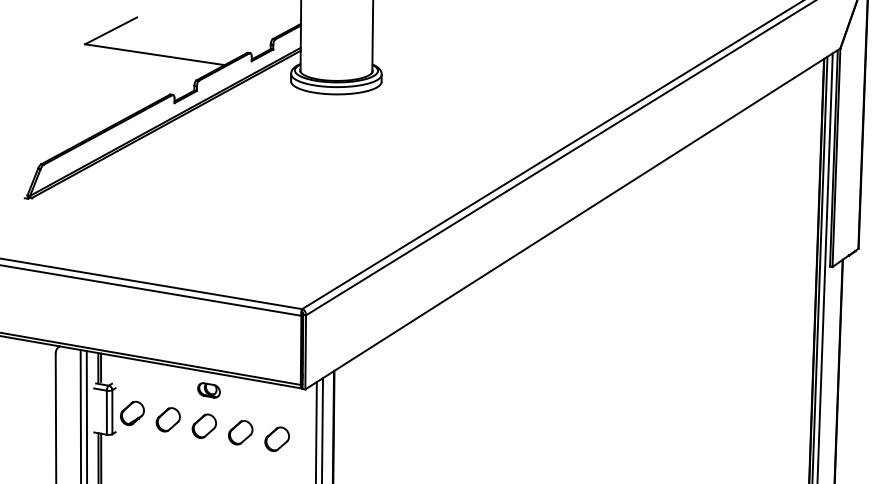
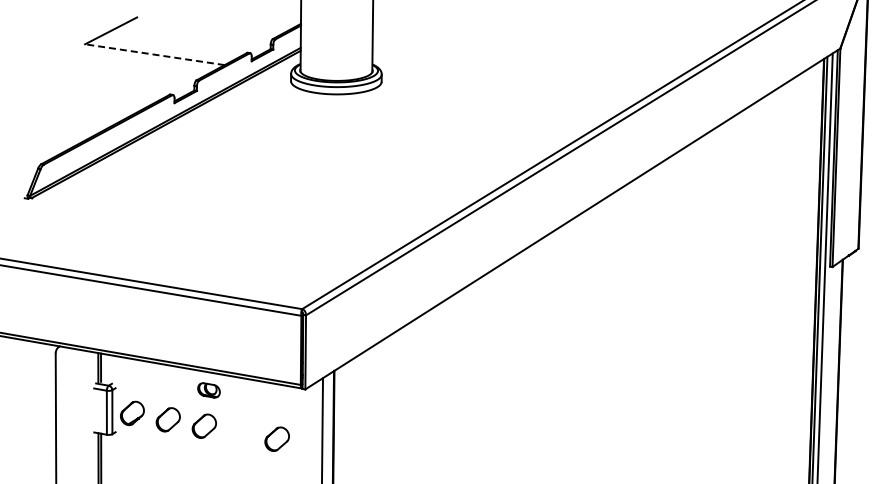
line at (154, 54): solid -> dashed
line at (80, 415): present -> none
line at (86, 415): present -> none
line at (315, 431): present -> none
part at (240, 432): present -> none
